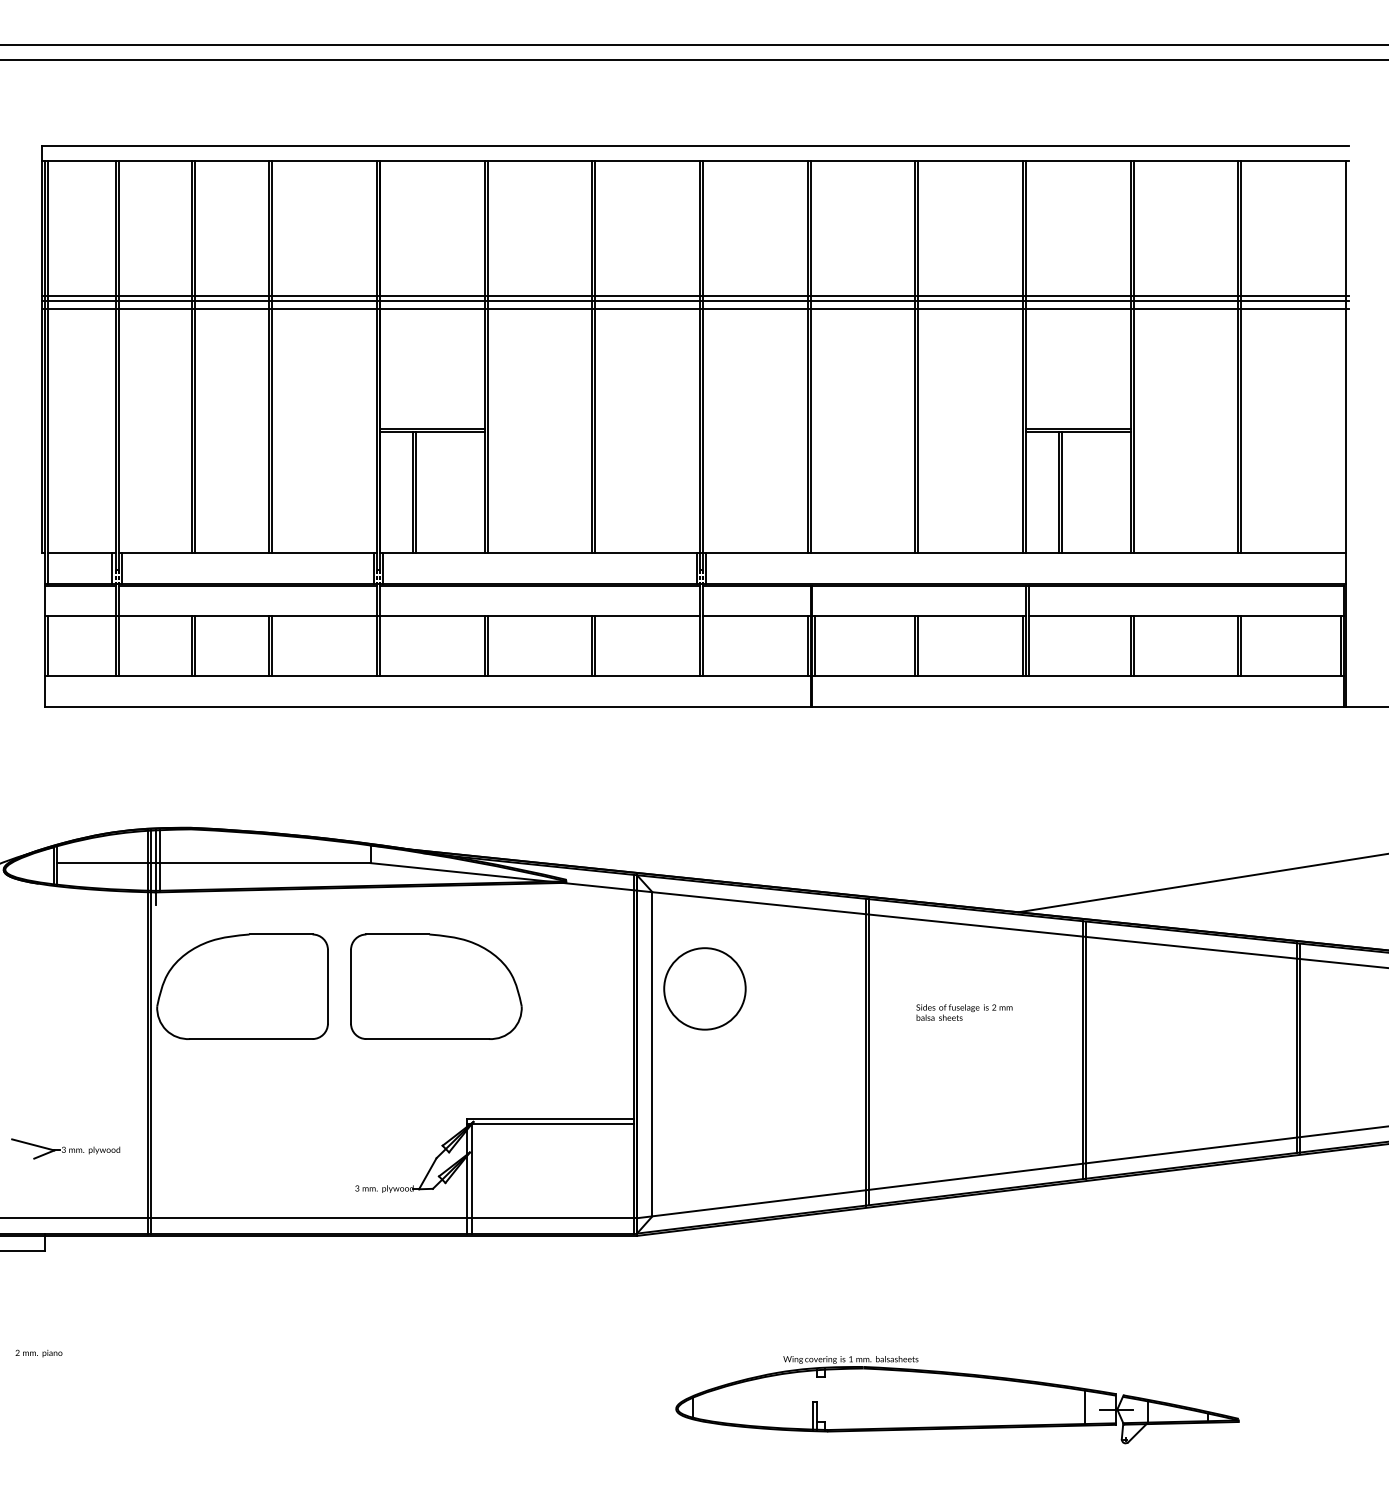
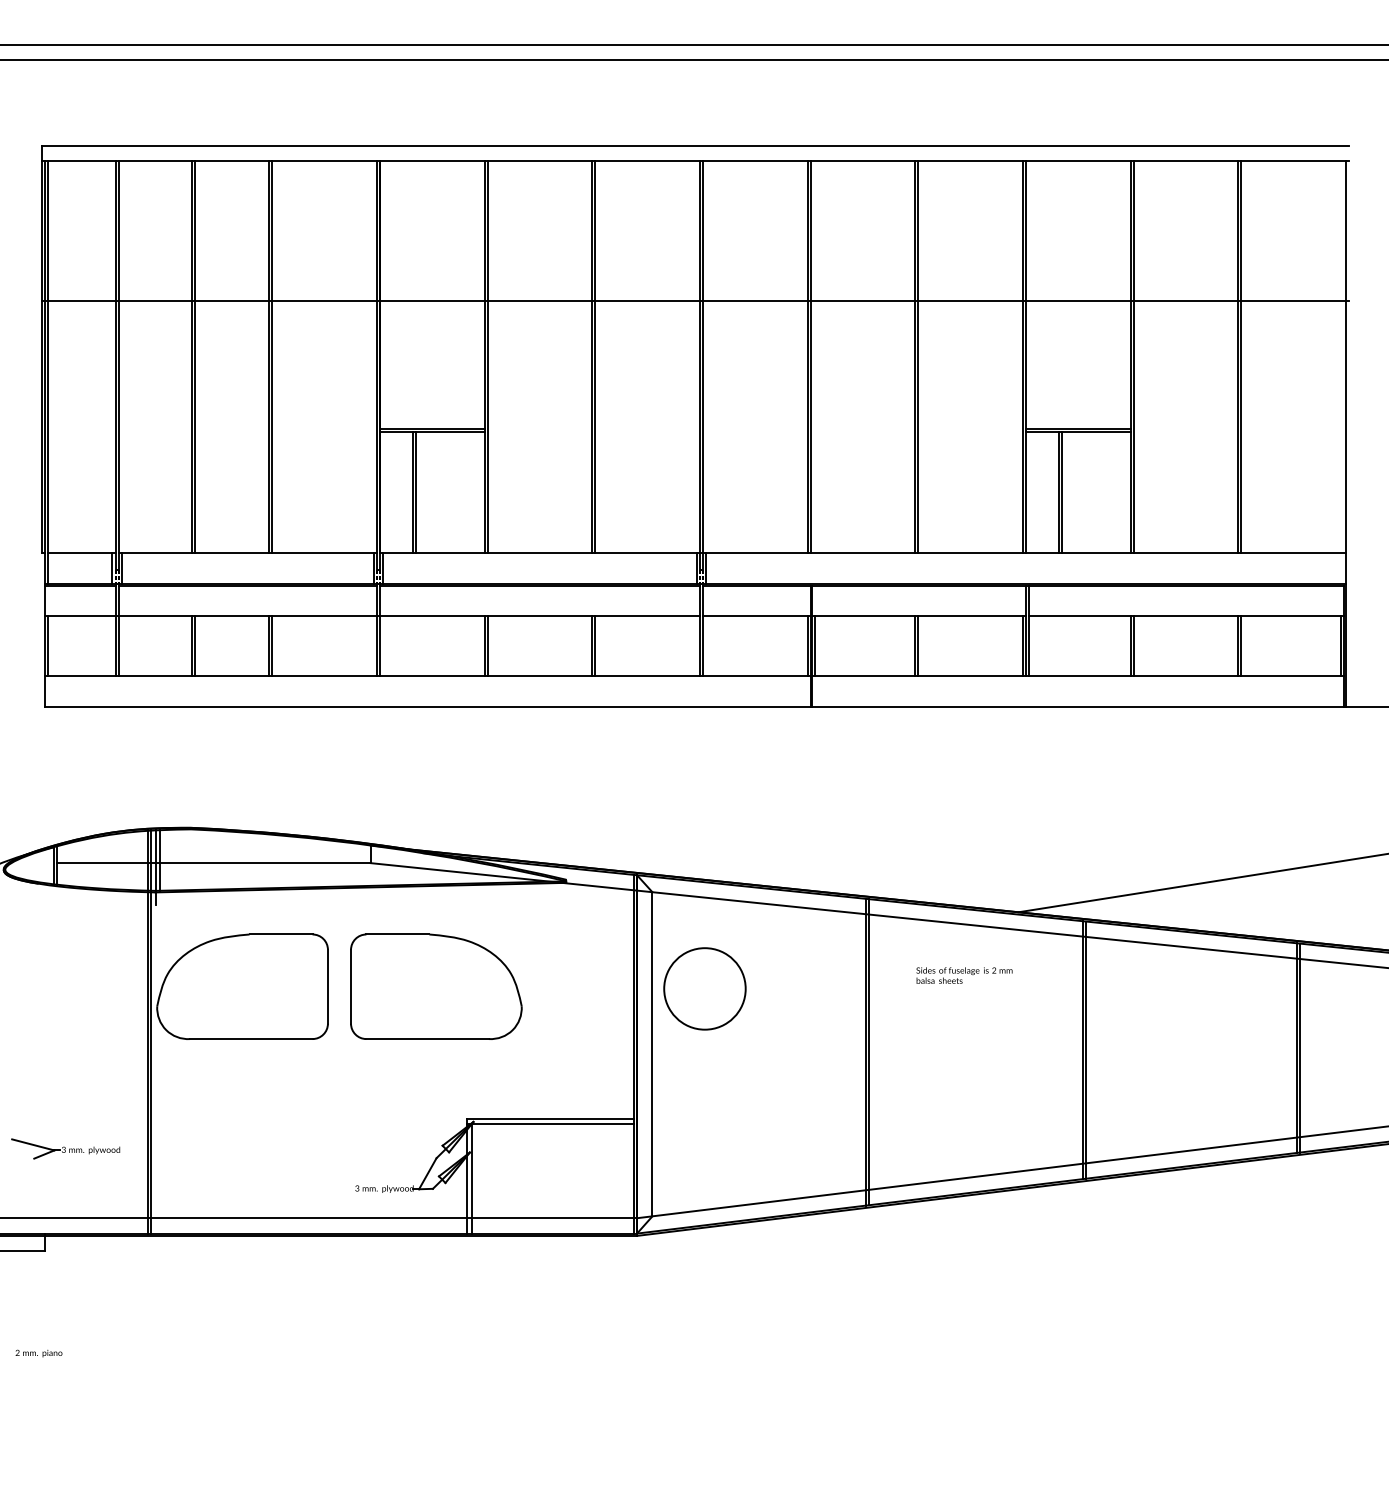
line at (694, 296): present -> none
line at (694, 308): present -> none
text at (964, 1012) position: (964, 1012) -> (964, 975)
part at (957, 1400): present -> none
